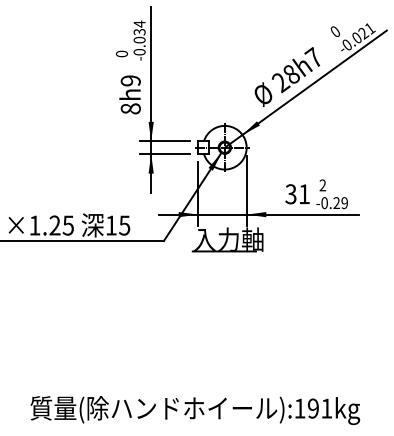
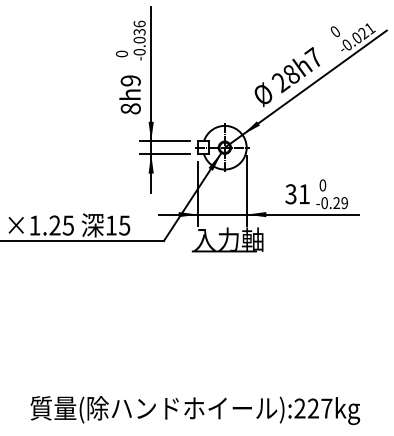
text at (139, 23): -0.034 -> -0.036
text at (322, 185): 2 -> 0
text at (313, 408): ):191kg -> ):227kg
